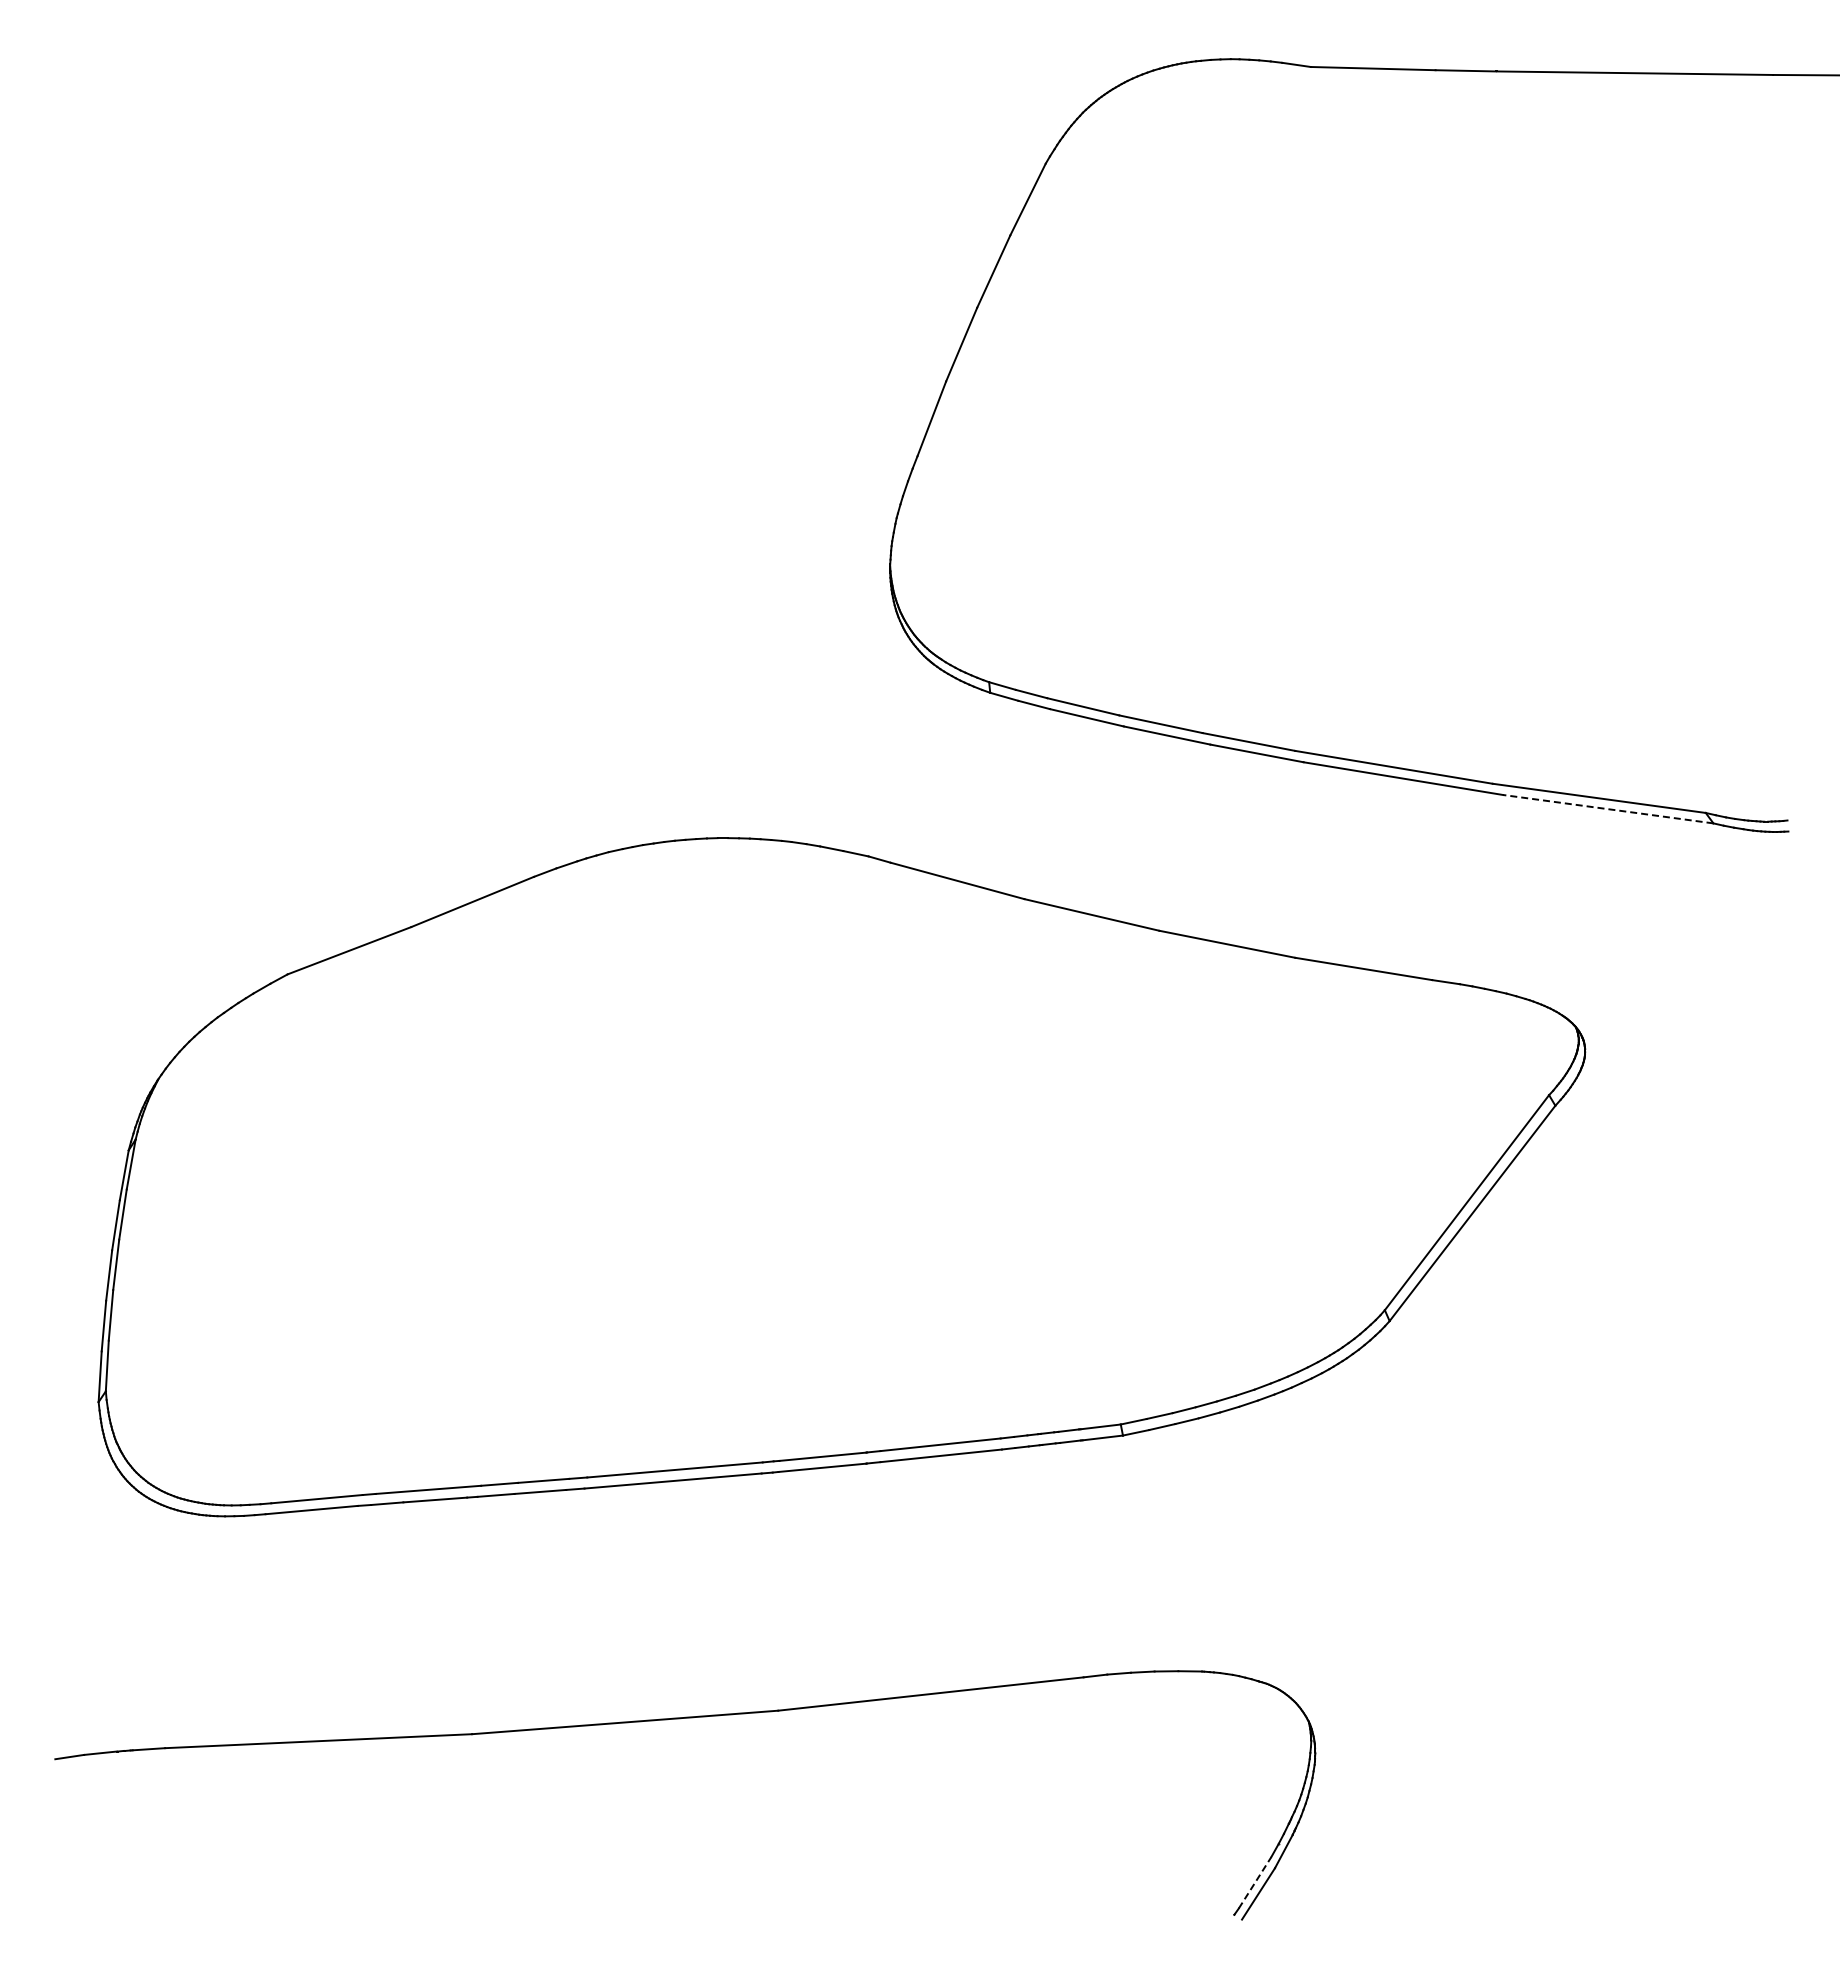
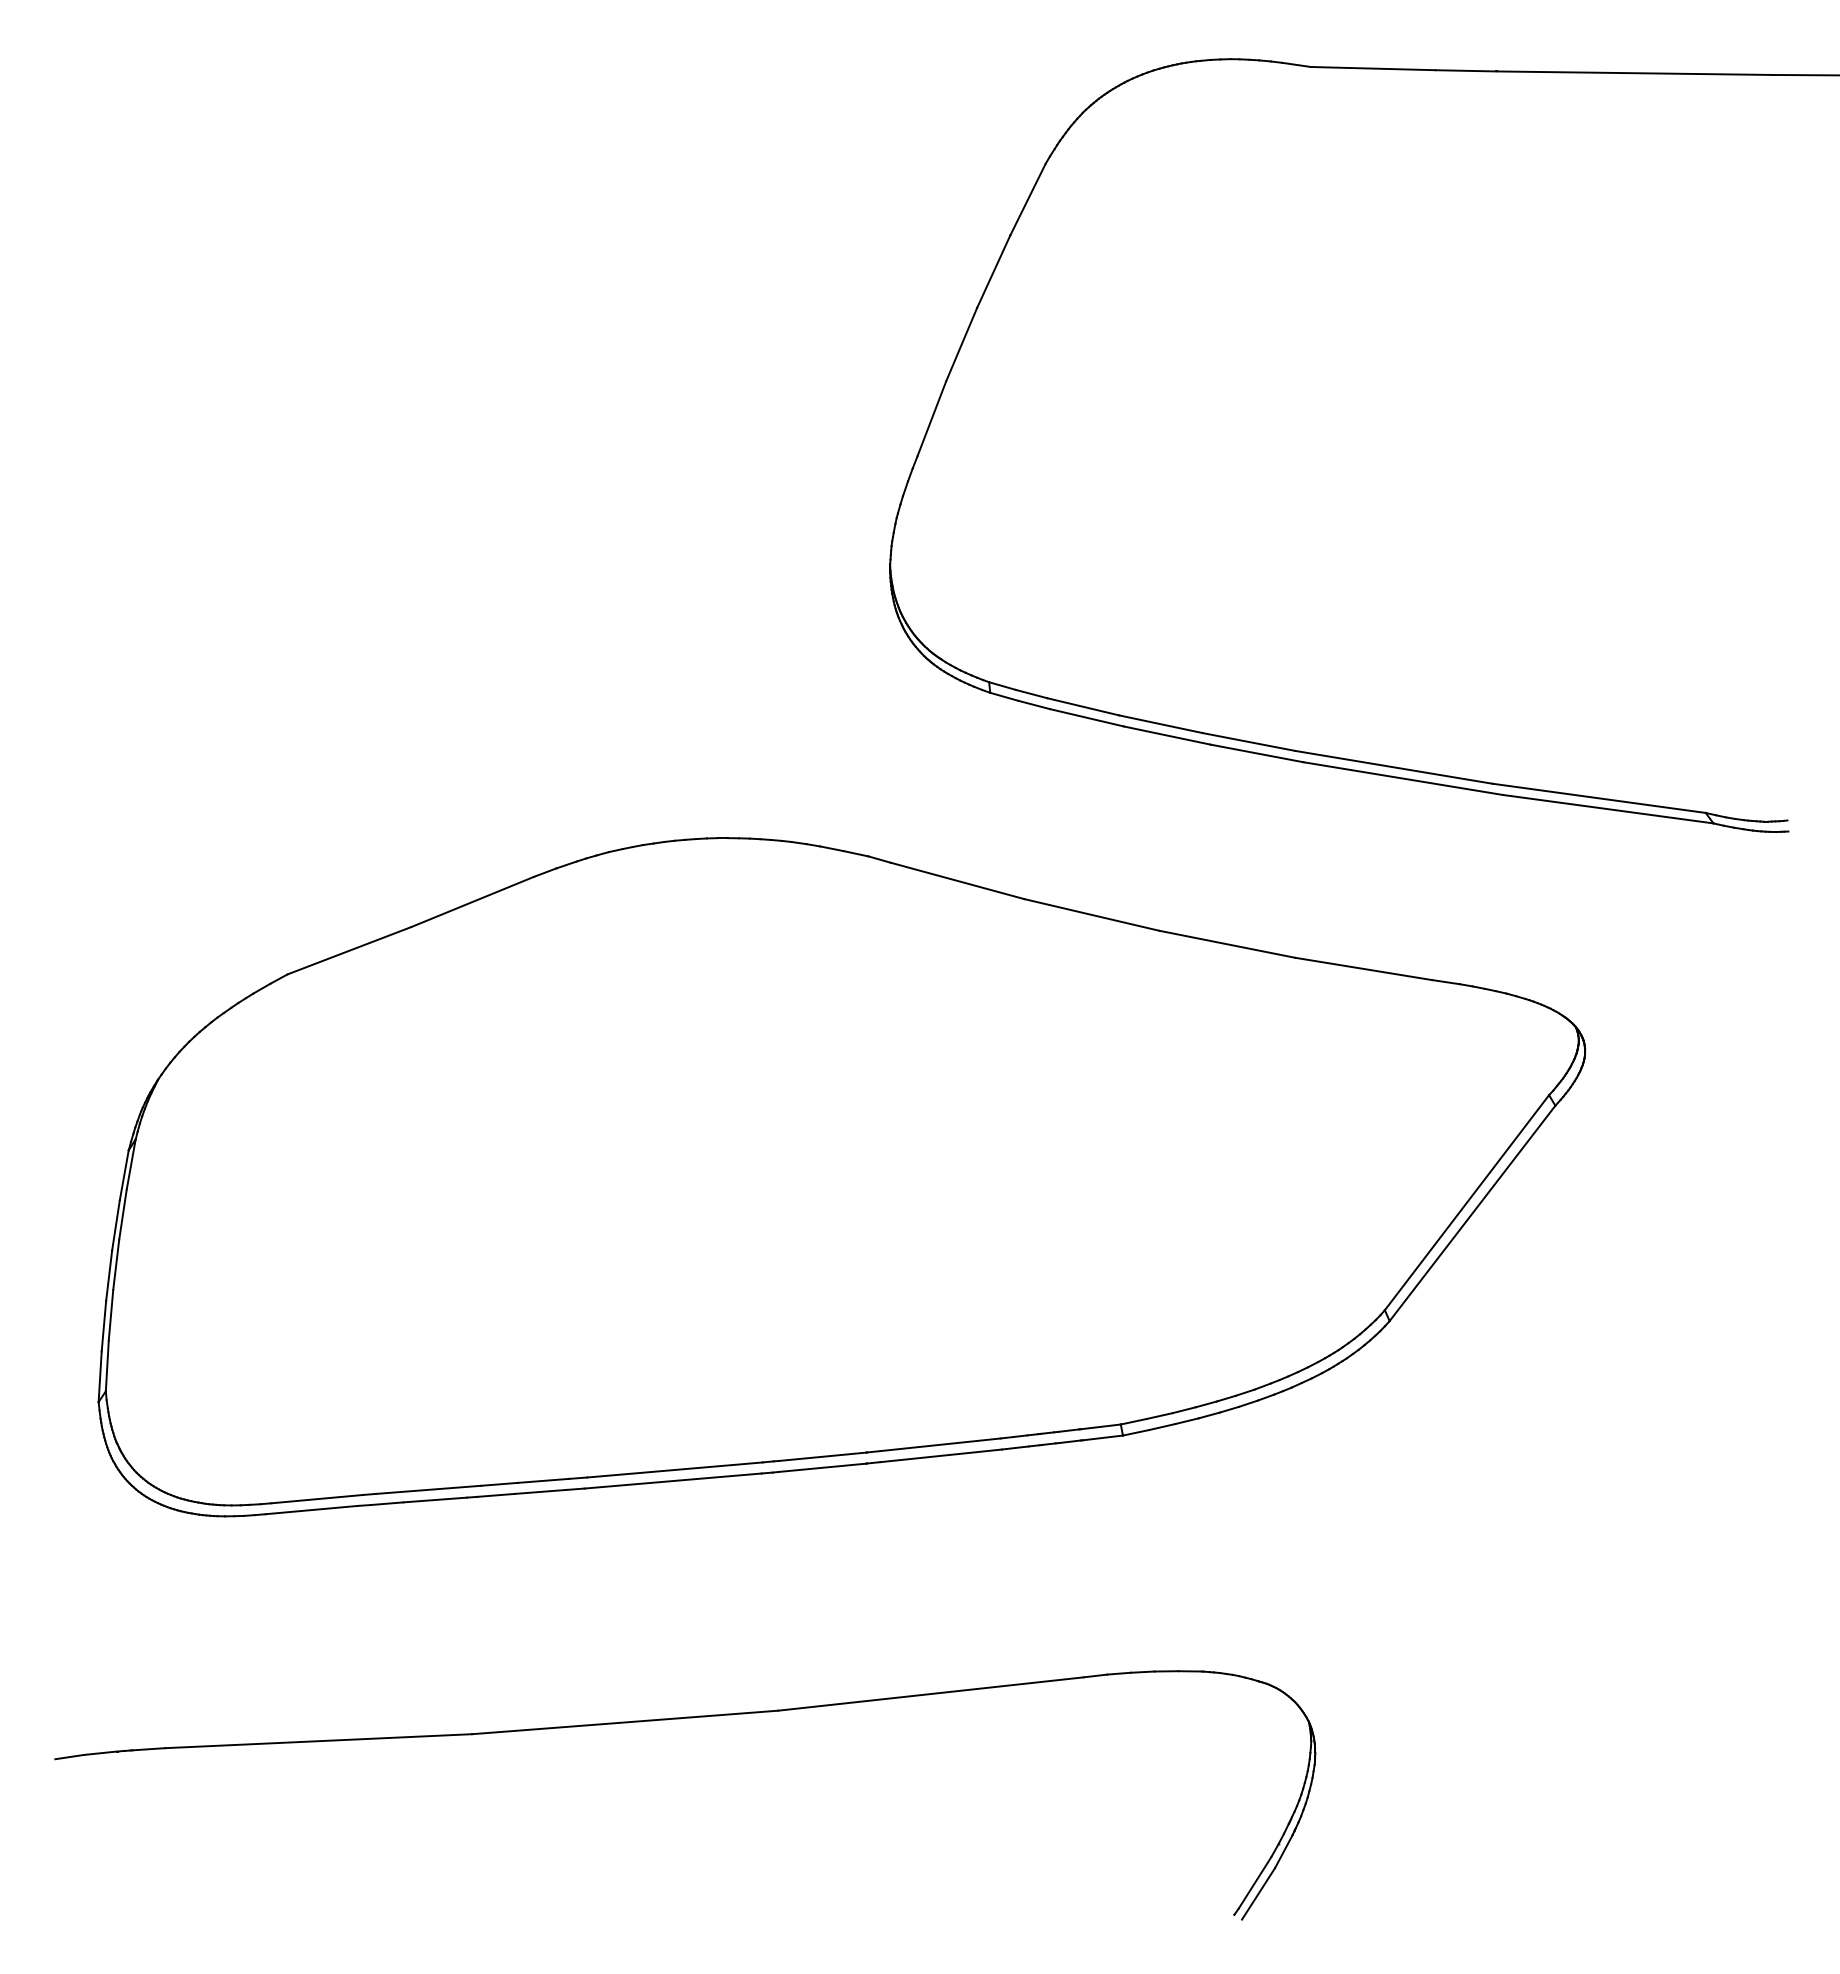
line at (1607, 809): dashed -> solid
line at (1255, 1882): dashed -> solid
